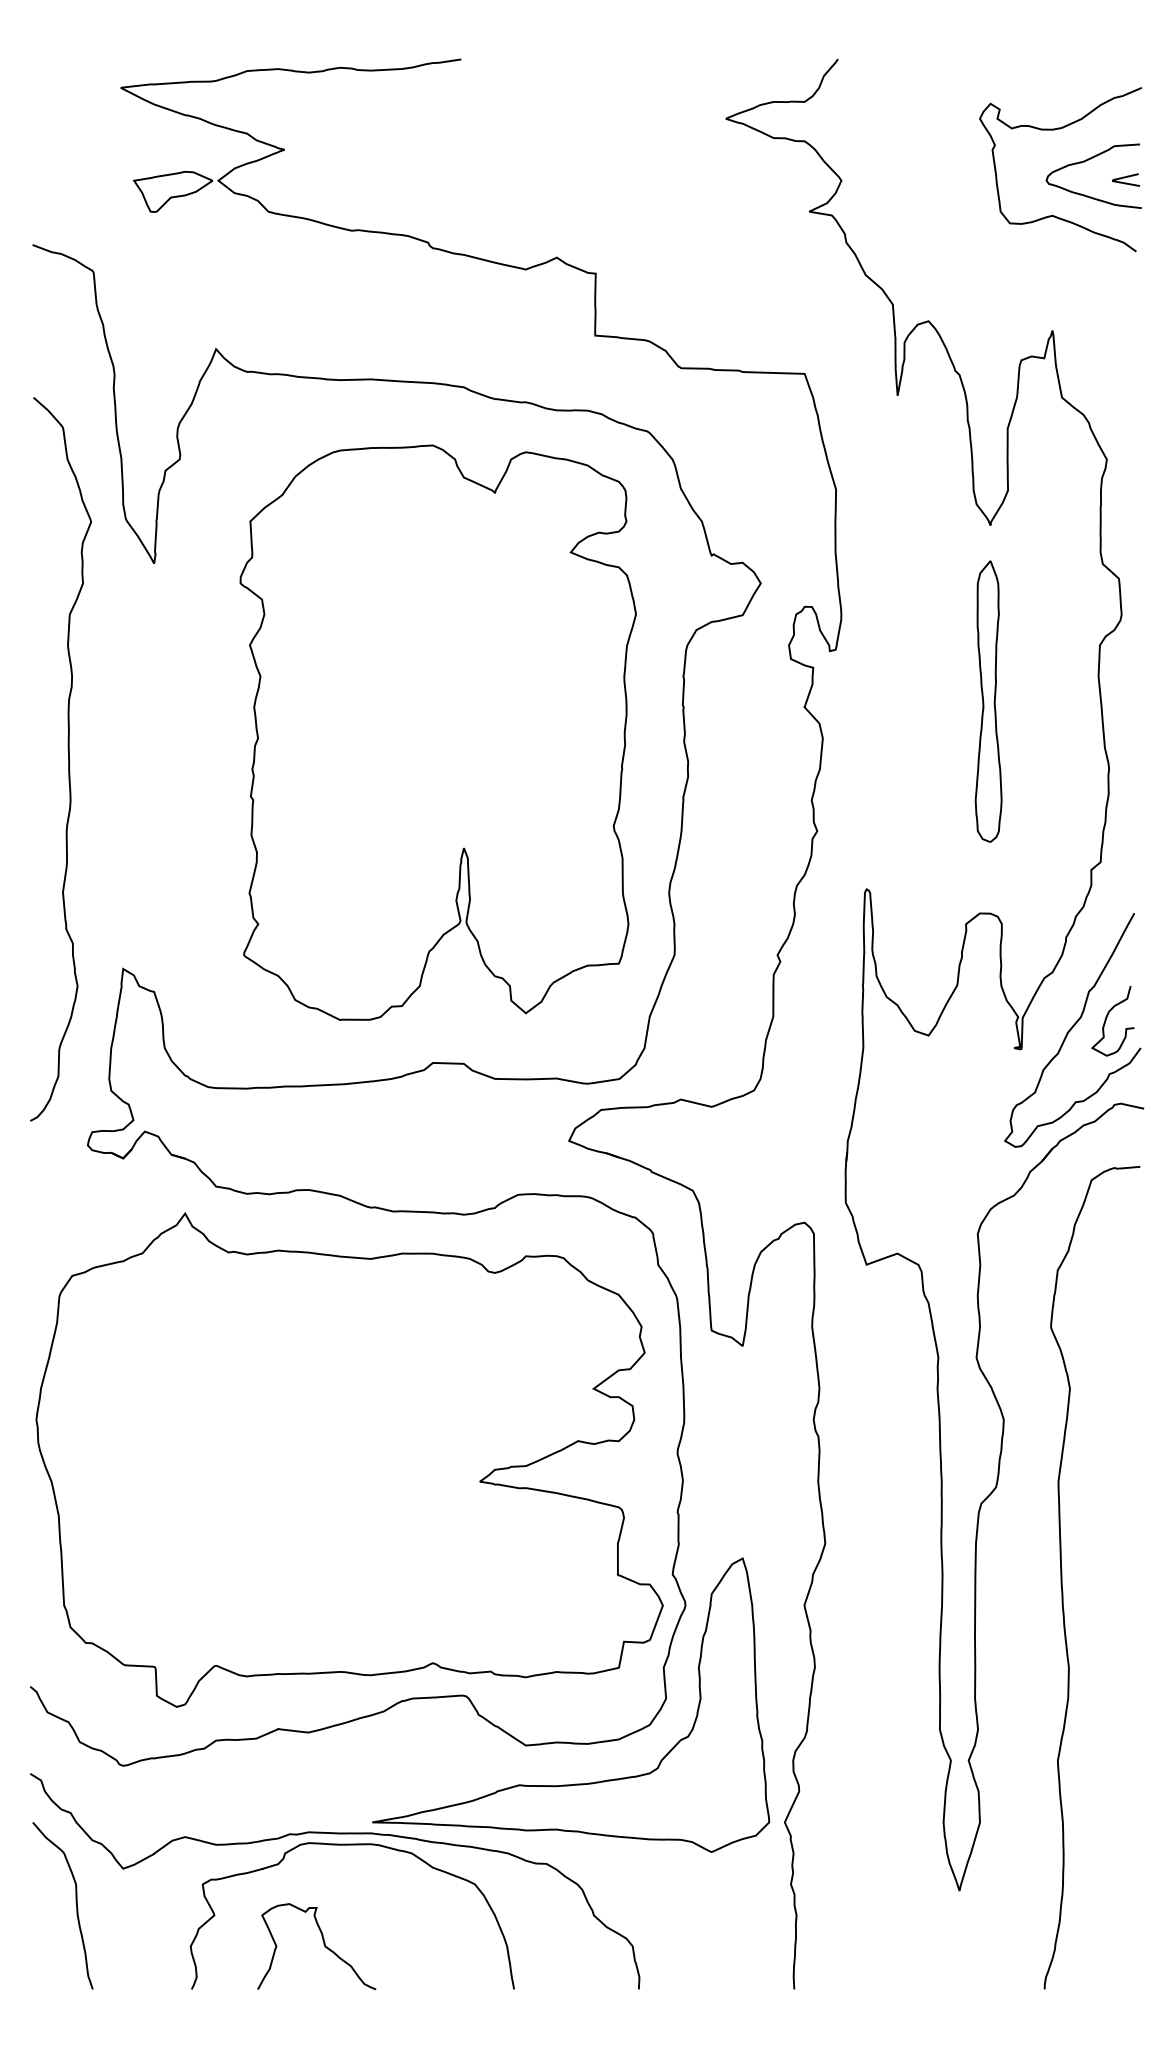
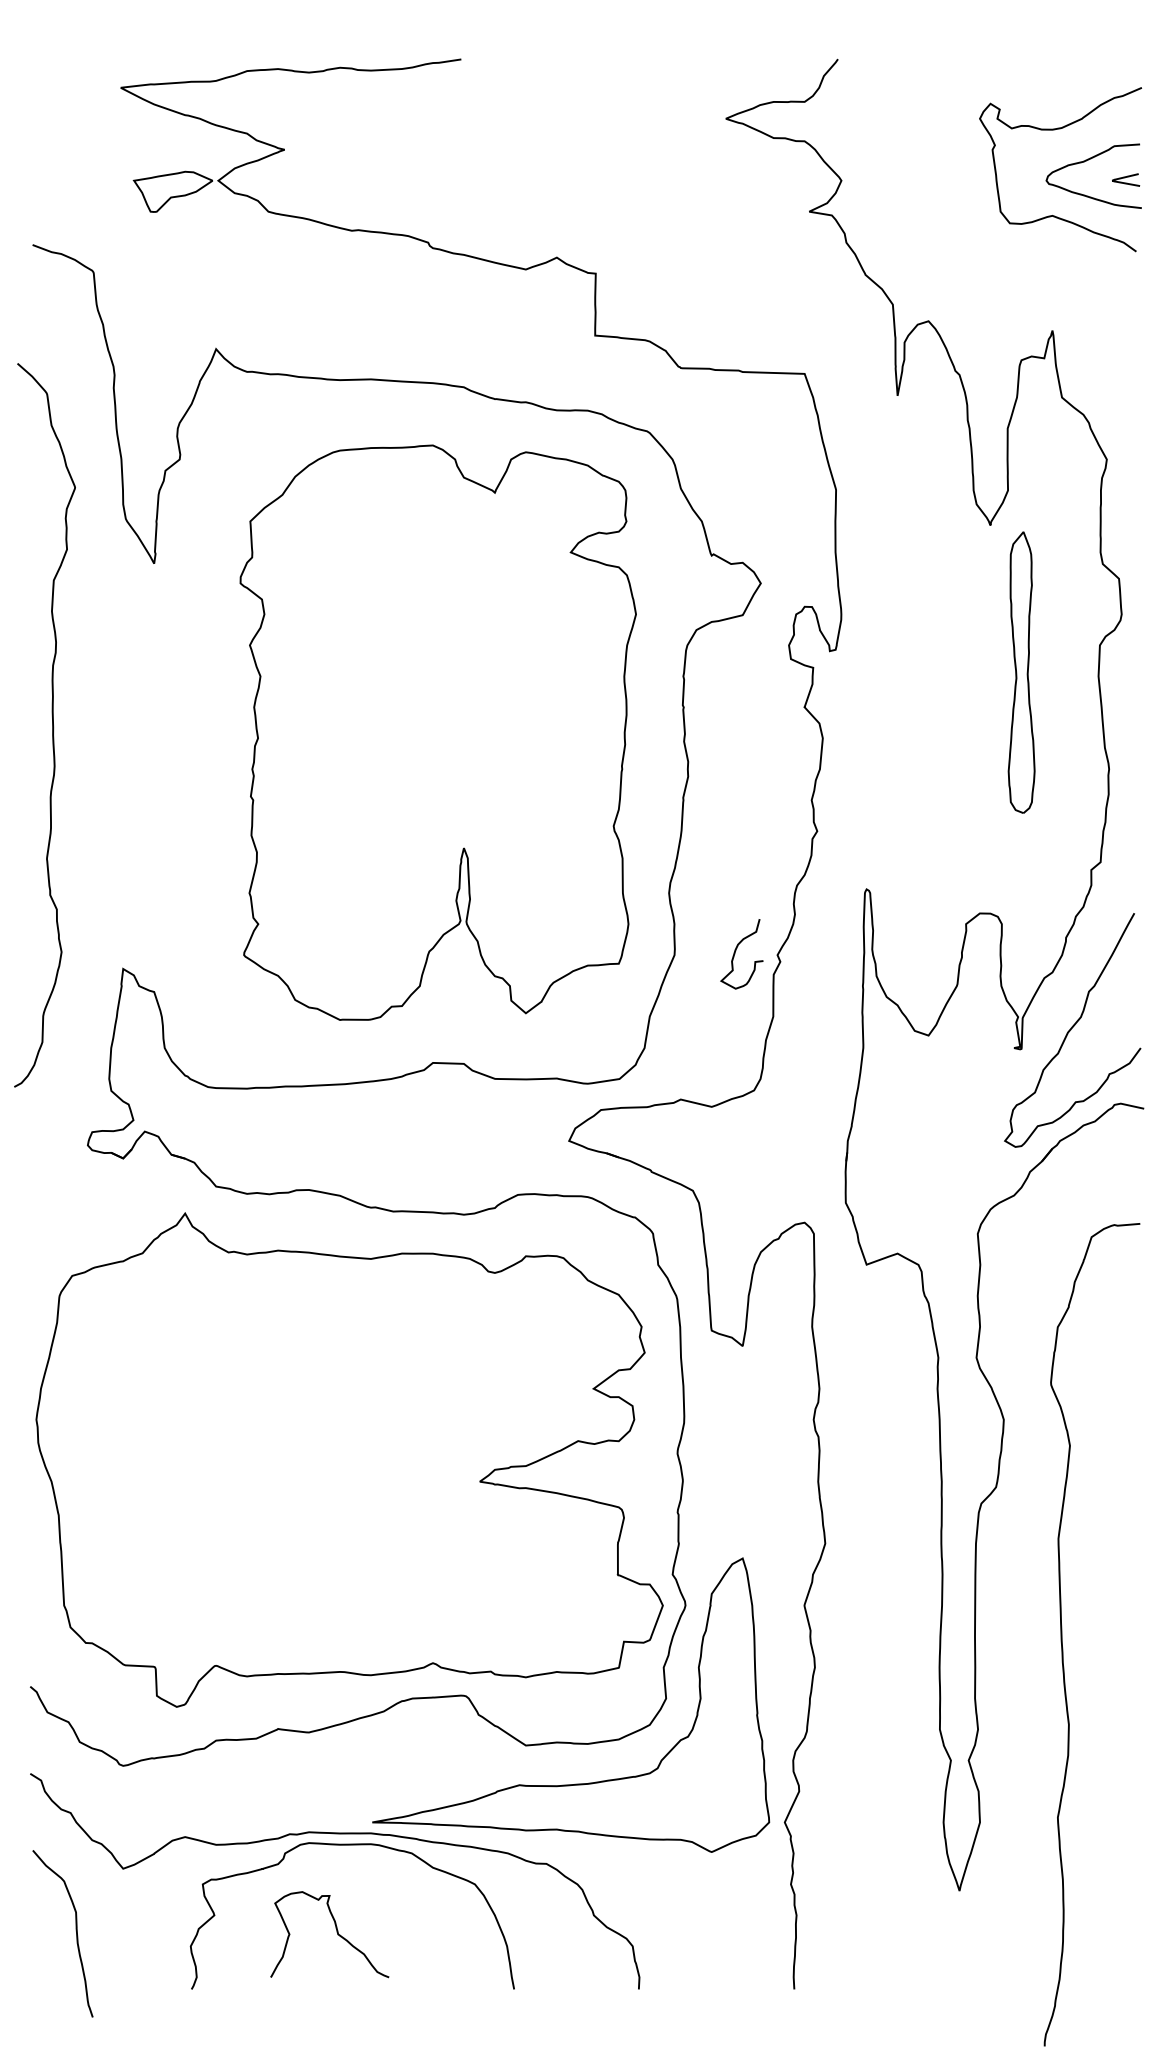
part at (988, 701) position: (988, 701) -> (1021, 672)
curve at (68, 759) position: (68, 759) -> (52, 725)
curve at (1106, 1021) position: (1106, 1021) -> (735, 954)
curve at (1062, 1577) position: (1062, 1577) -> (1062, 1634)
curve at (75, 1902) position: (75, 1902) -> (75, 1930)
curve at (323, 1944) position: (323, 1944) -> (336, 1932)
